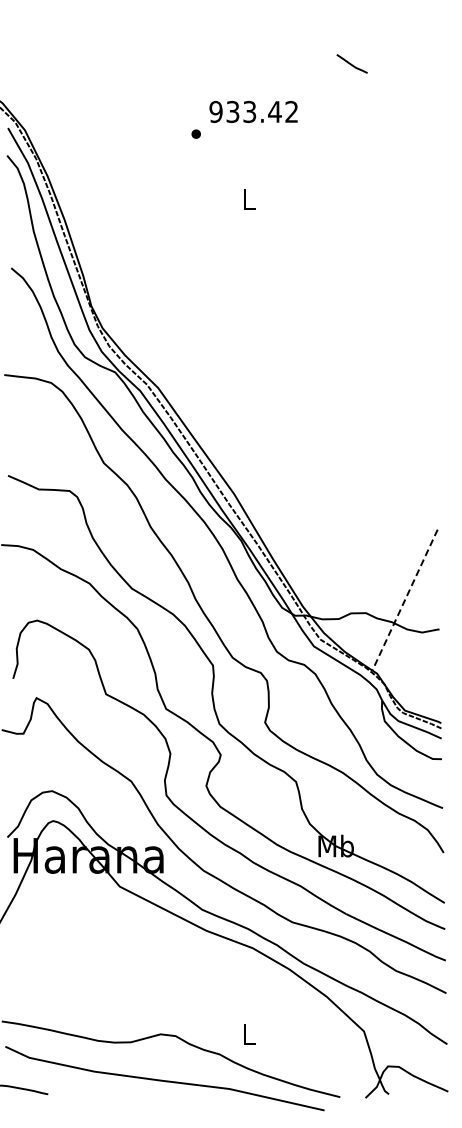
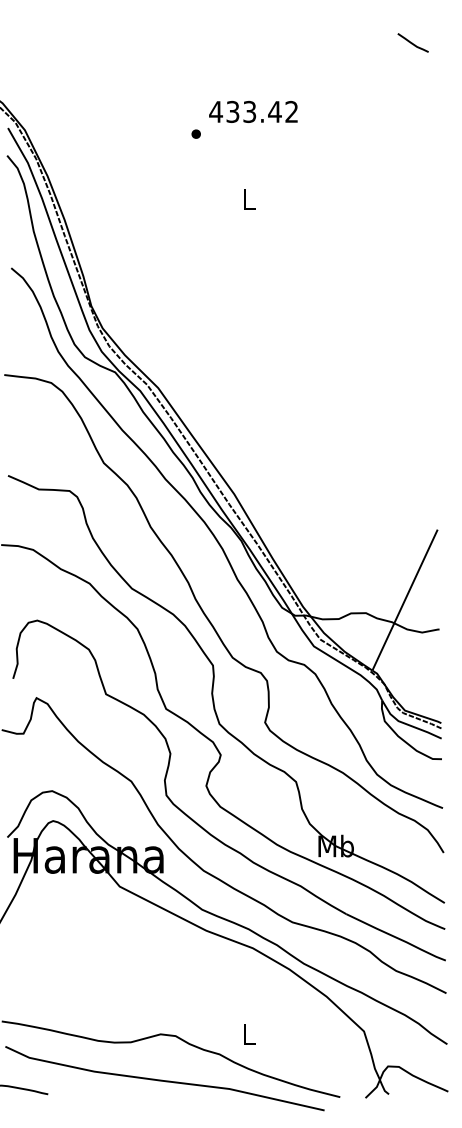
curve at (351, 63) position: (351, 63) -> (412, 42)
text at (216, 111): 933.42 -> 433.42
line at (405, 600): dashed -> solid
